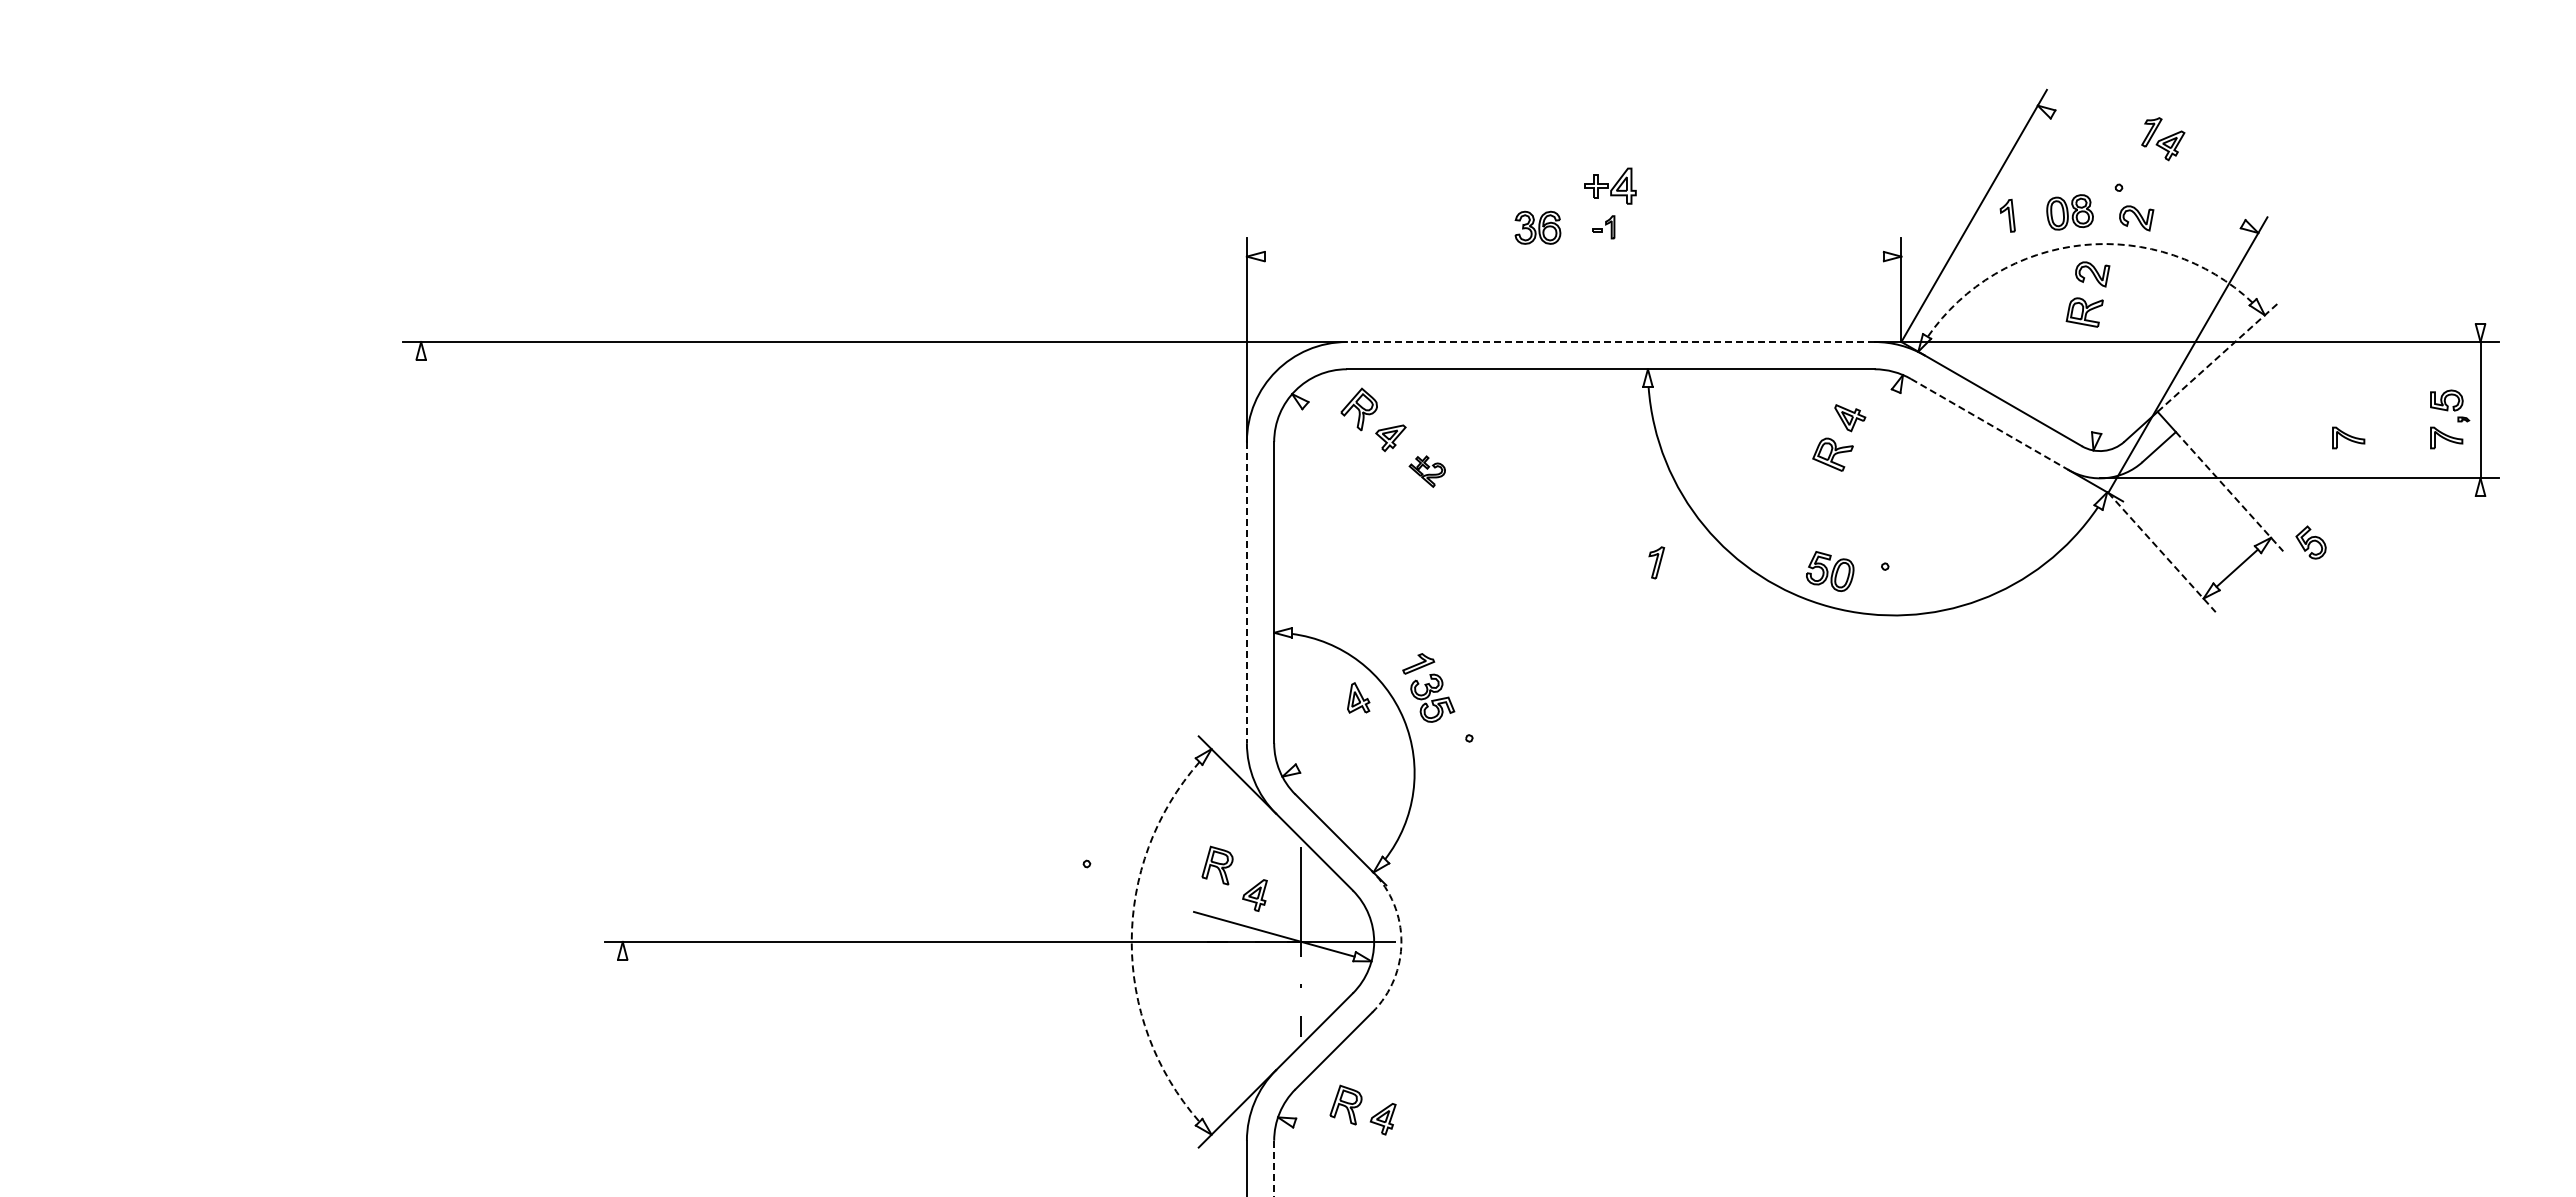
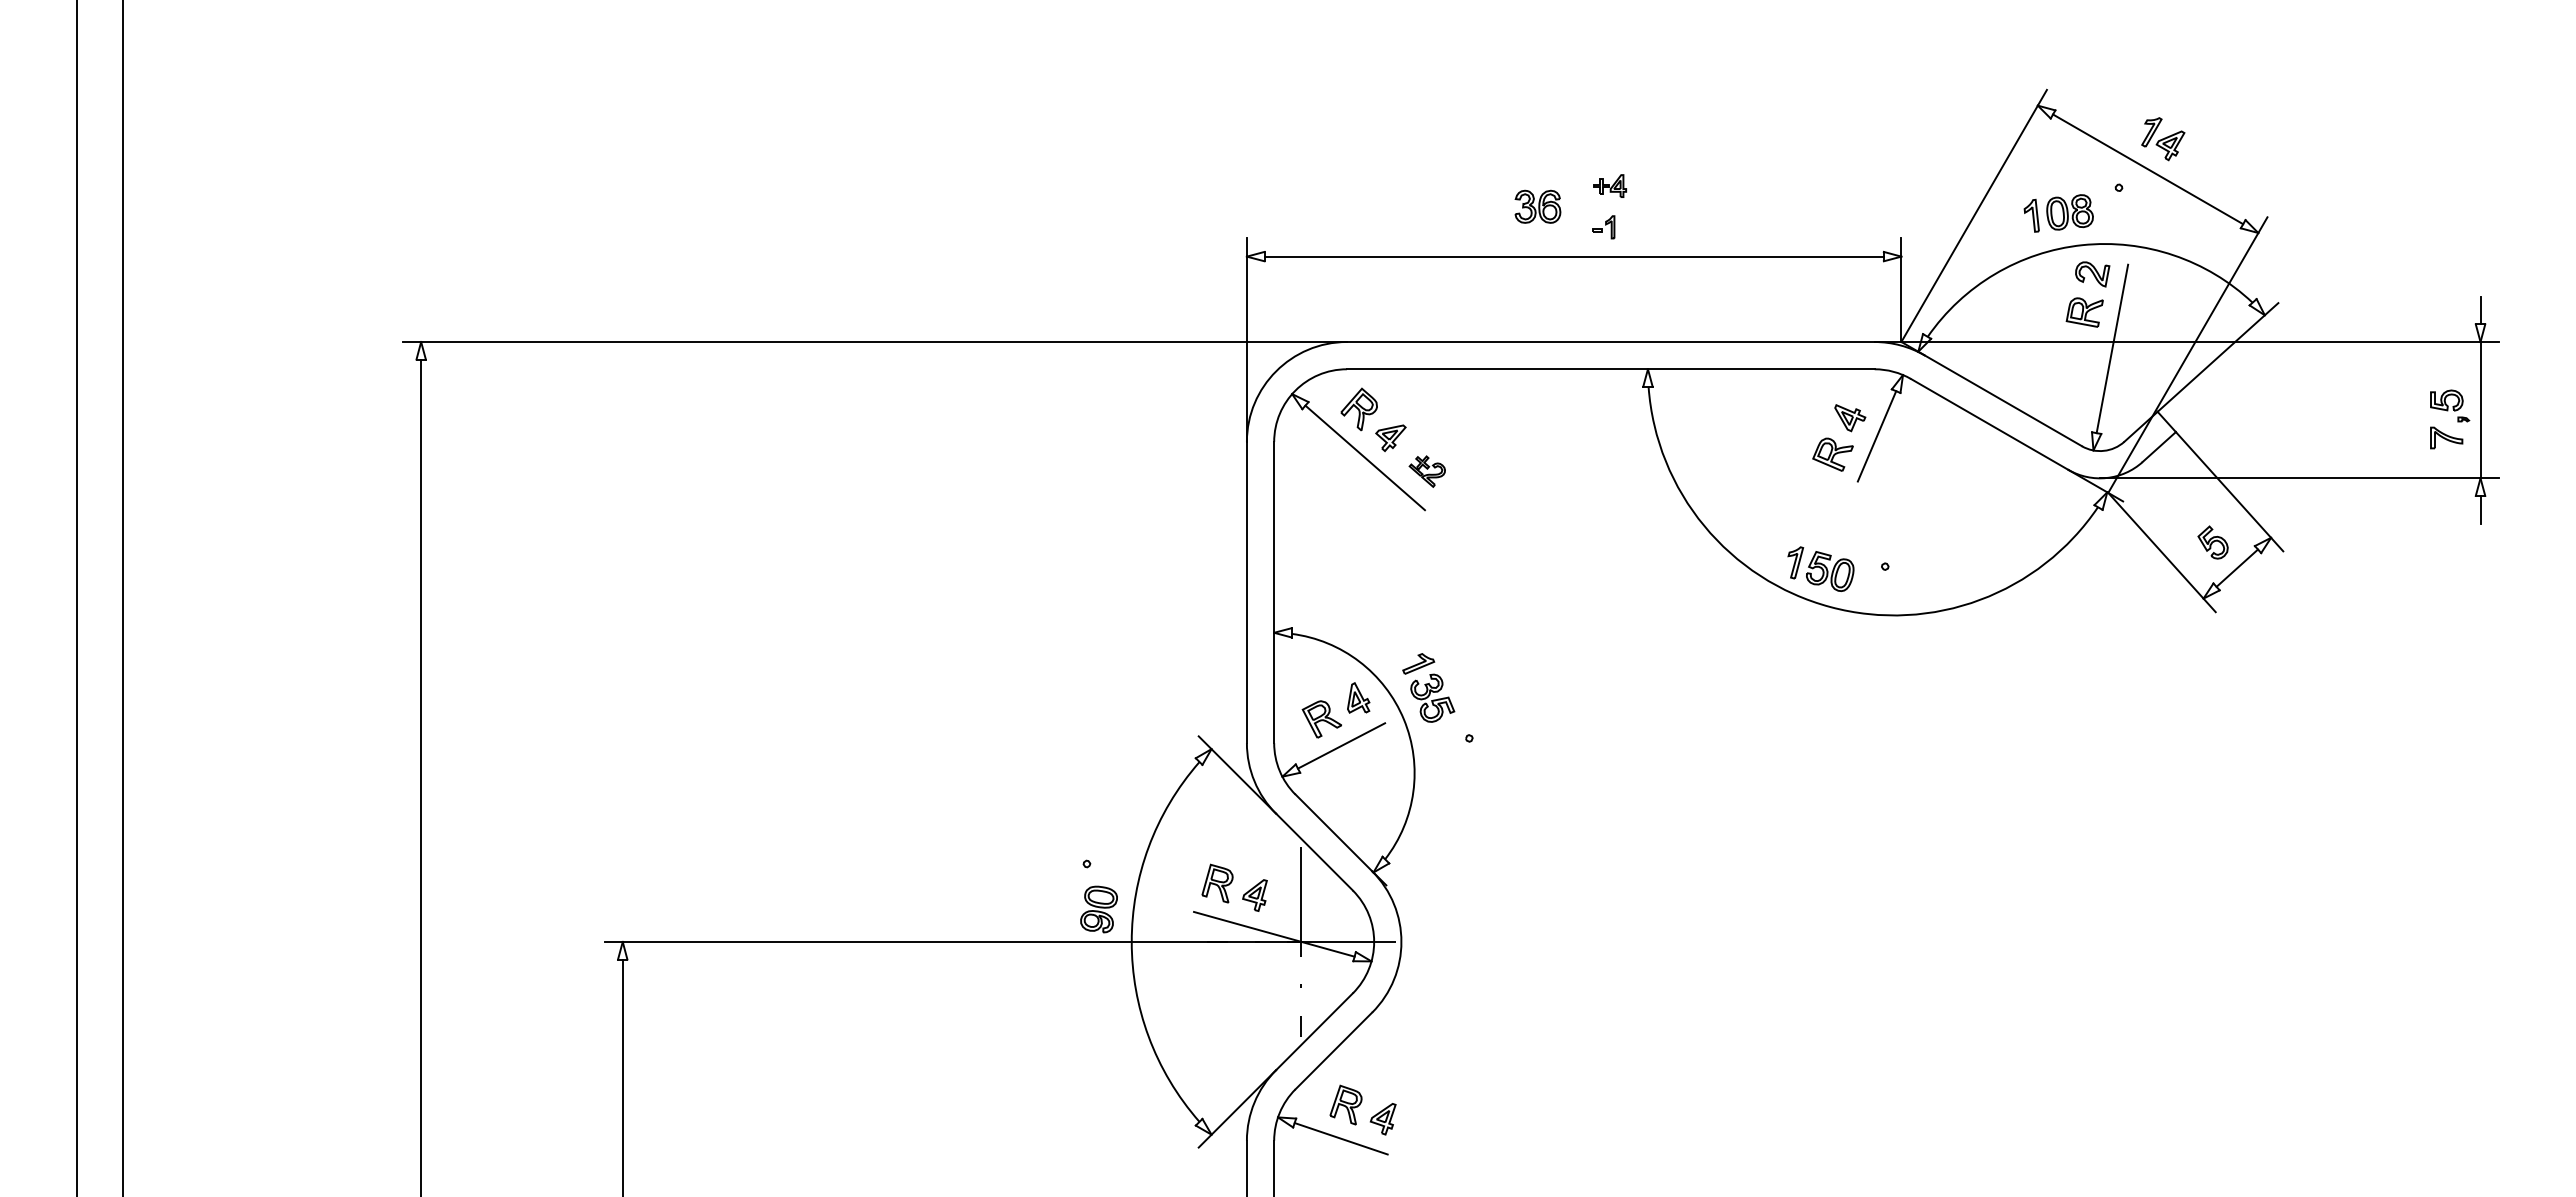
line at (2148, 169): none -> present
part at (1610, 185) size: 53x38 px -> 34x24 px
part at (2007, 215) position: (2007, 215) -> (2031, 215)
part at (2136, 218): present -> none
part at (1537, 227) position: (1537, 227) -> (1537, 206)
arc at (2082, 245): dashed -> solid
line at (1573, 256): none -> present
line at (2480, 310): none -> present
line at (1610, 342): dashed -> solid
line at (2112, 348): none -> present
line at (2218, 357): dashed -> solid
line at (1989, 424): dashed -> solid
line at (1876, 436): none -> present
part at (2348, 437): present -> none
line at (1364, 457): none -> present
line at (2229, 492): dashed -> solid
line at (2480, 509): none -> present
part at (2310, 542) position: (2310, 542) -> (2212, 542)
line at (2162, 552): dashed -> solid
part at (1656, 562) position: (1656, 562) -> (1795, 562)
line at (1246, 592): dashed -> solid
line at (77, 597): none -> present
line at (122, 597): none -> present
part at (1321, 719): none -> present
line at (1341, 745): none -> present
line at (421, 776): none -> present
part at (1217, 865) position: (1217, 865) -> (1217, 883)
part at (1098, 909): none -> present
arc at (1131, 941): dashed -> solid
arc at (1401, 941): dashed -> solid
line at (622, 1076): none -> present
line at (1340, 1138): none -> present
line at (1274, 1168): dashed -> solid
